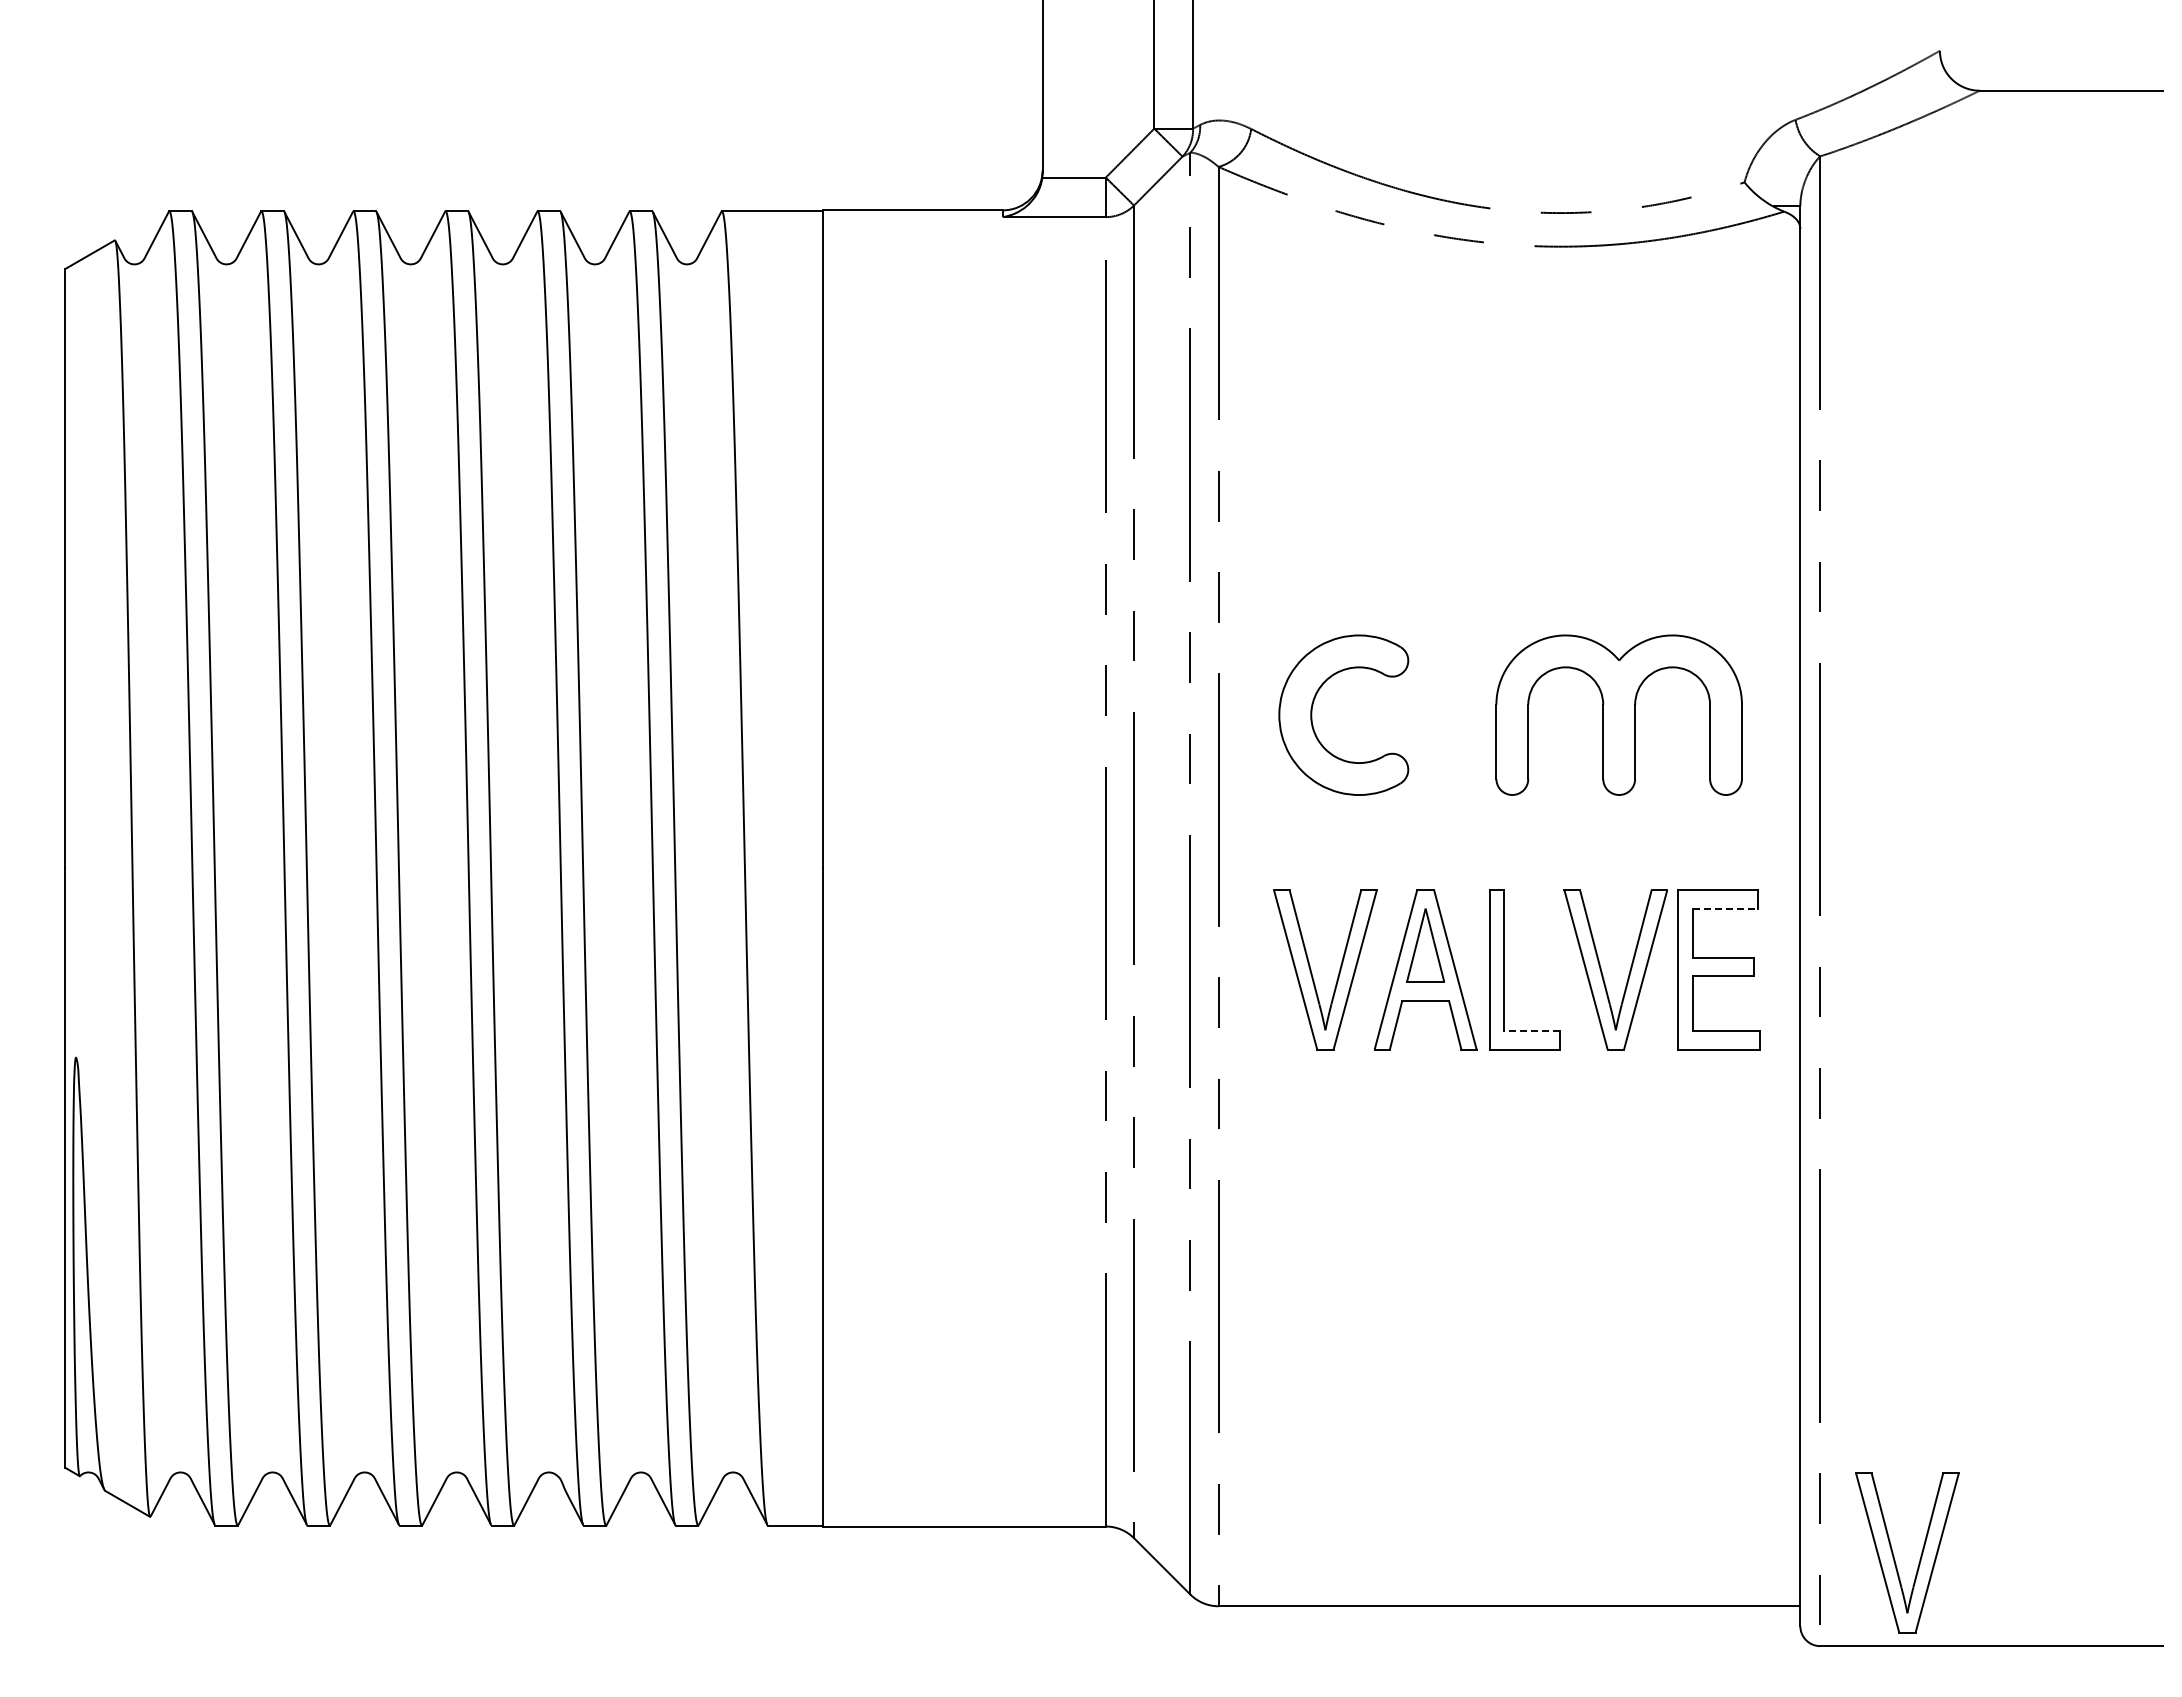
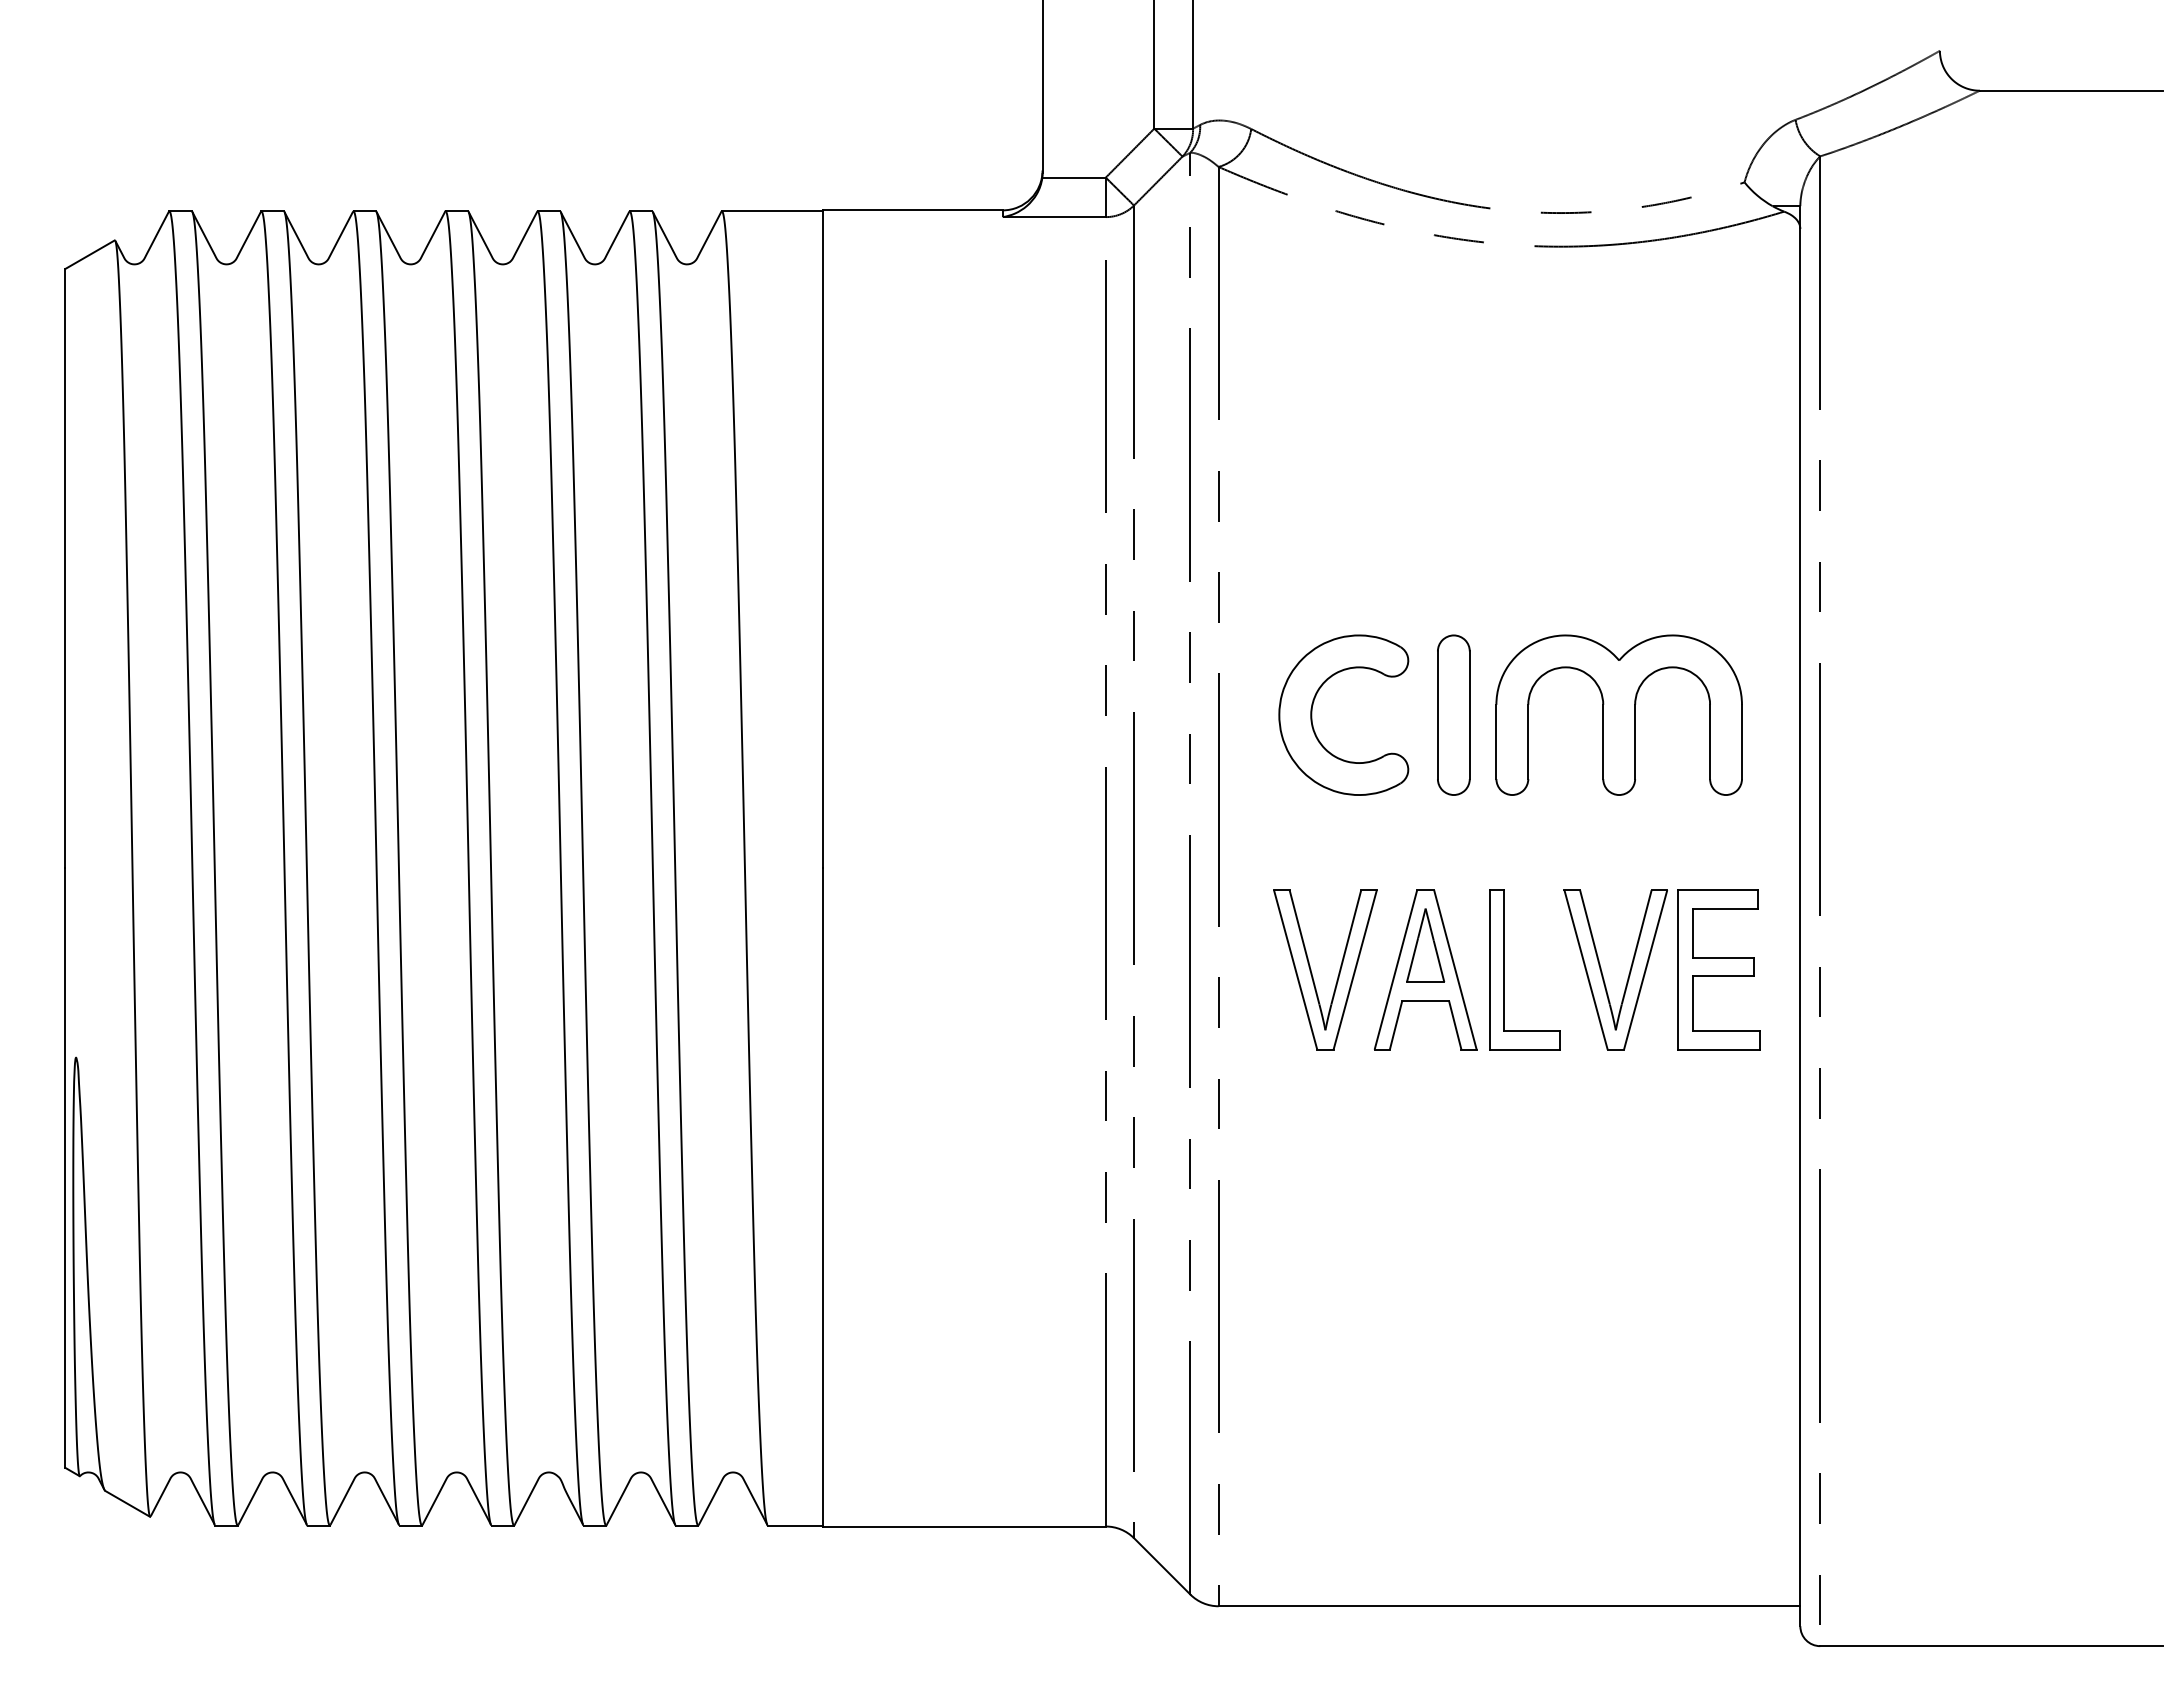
part at (1453, 714): none -> present
line at (1725, 908): dashed -> solid
line at (1532, 1031): dashed -> solid
part at (1920, 1555): present -> none
